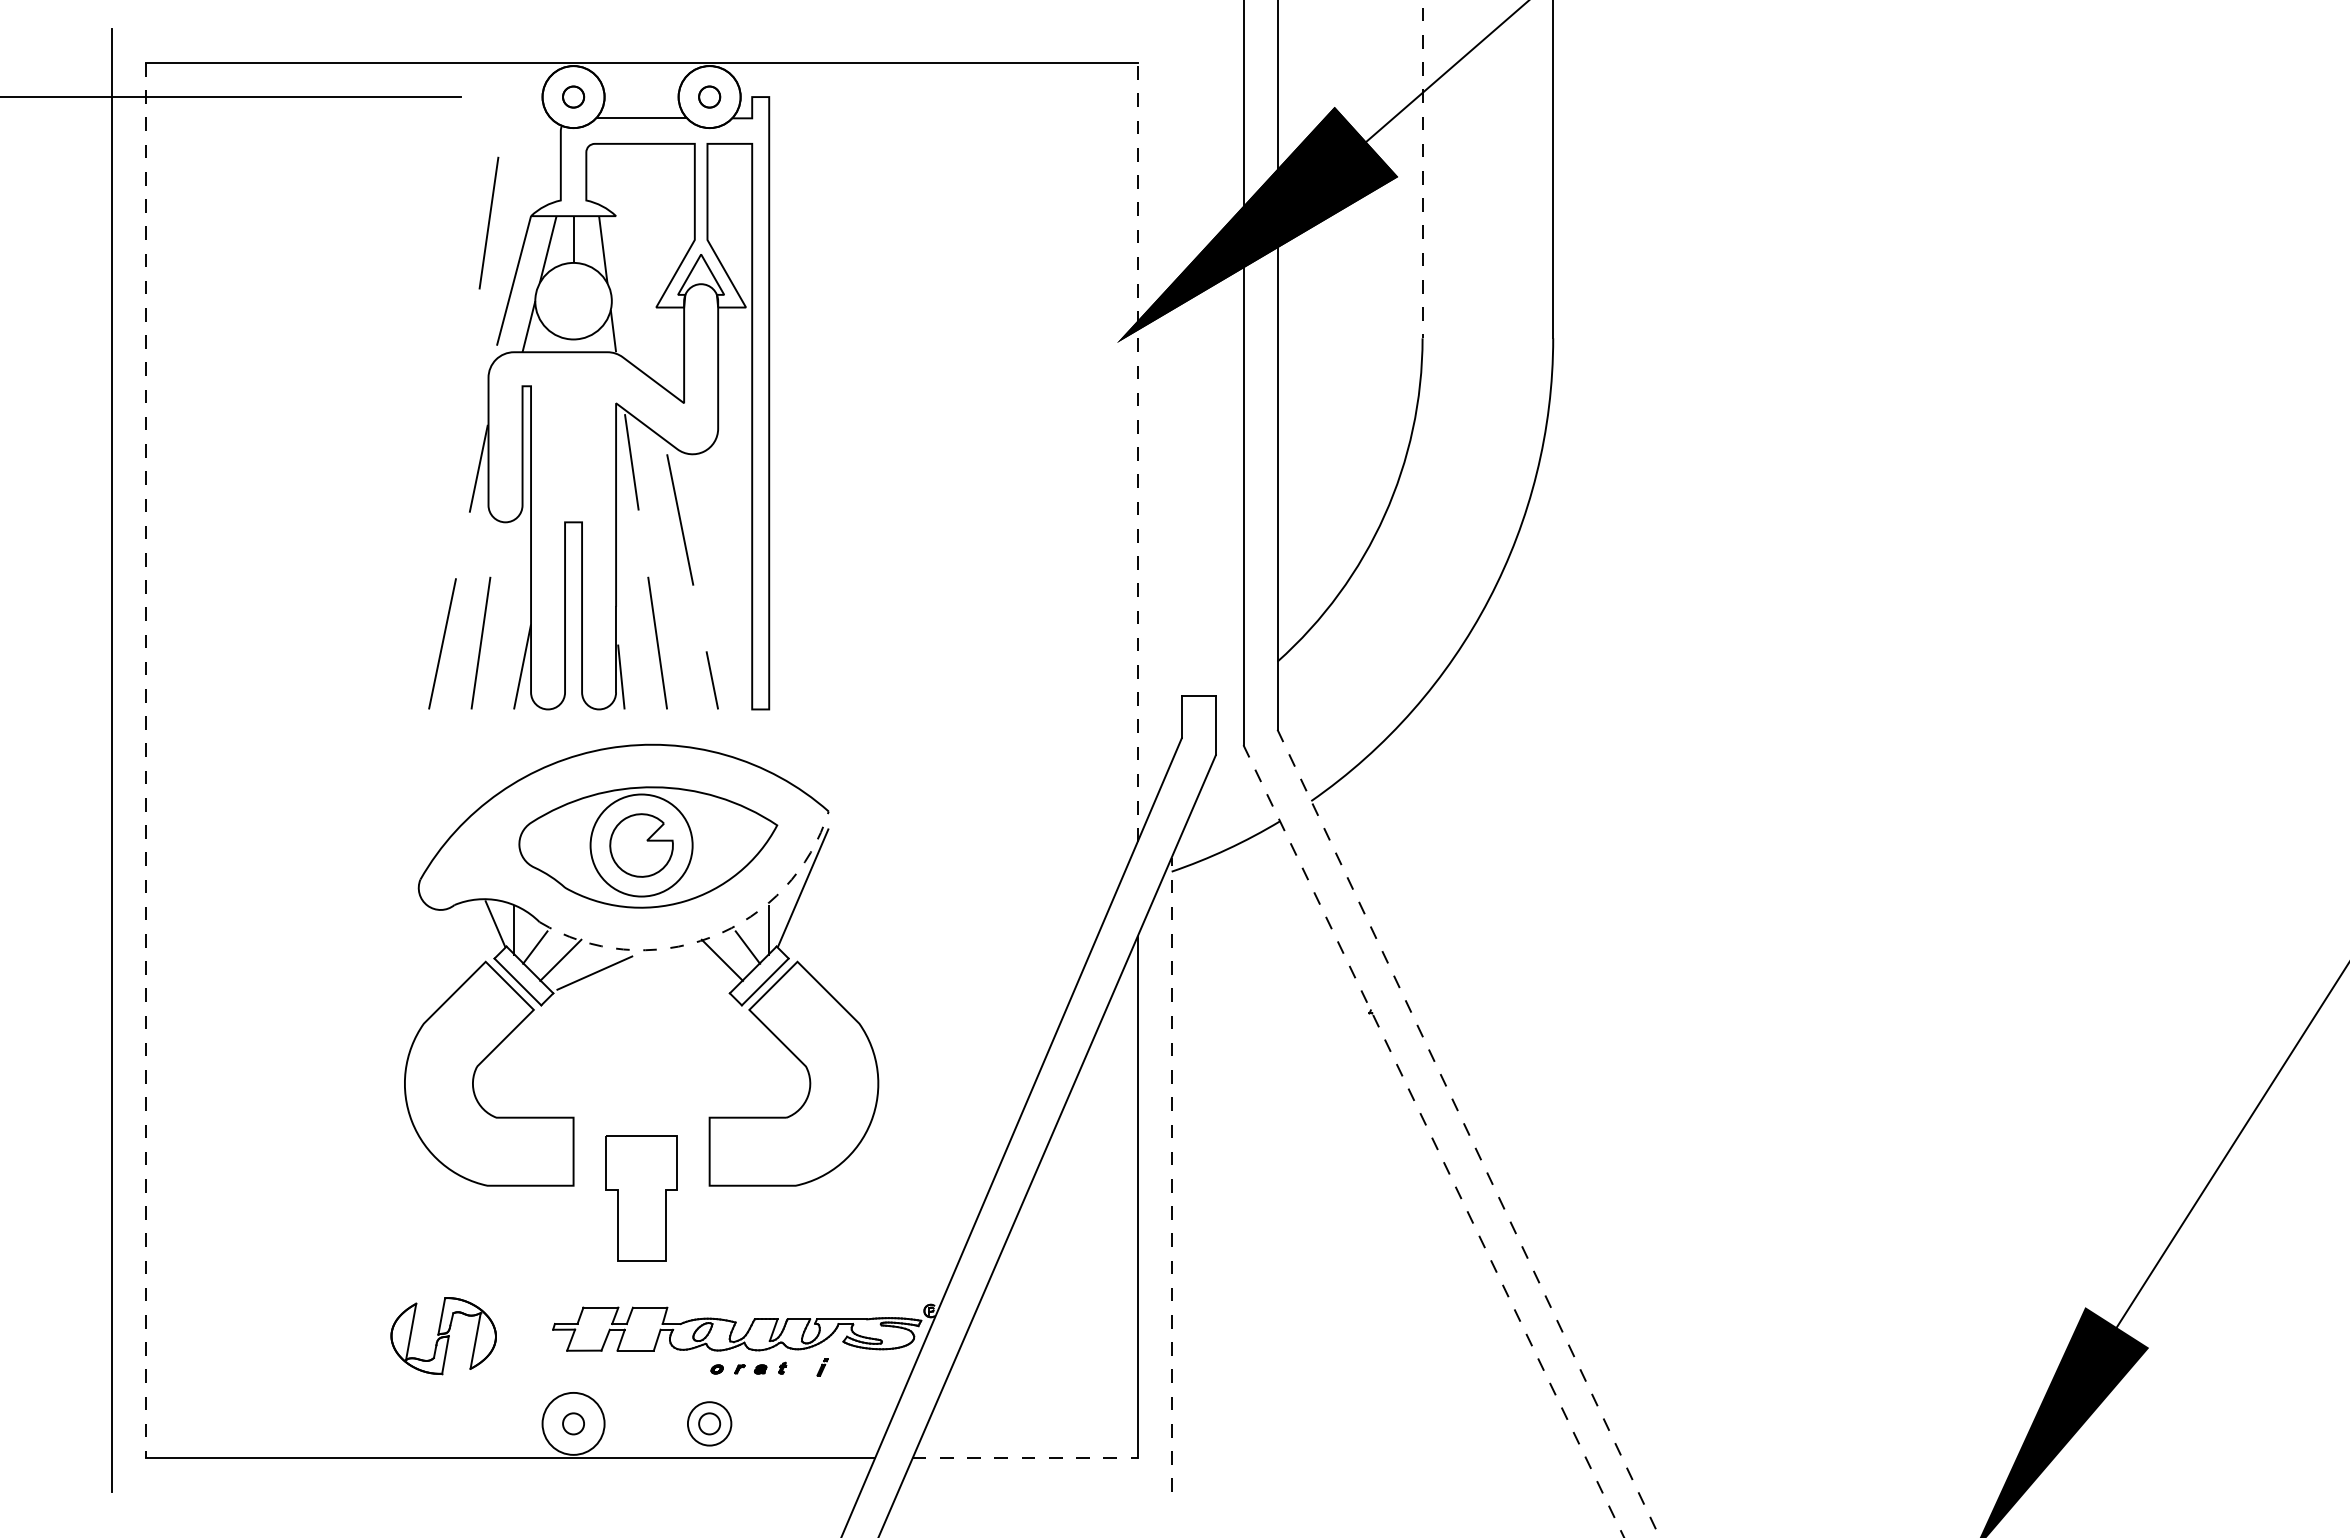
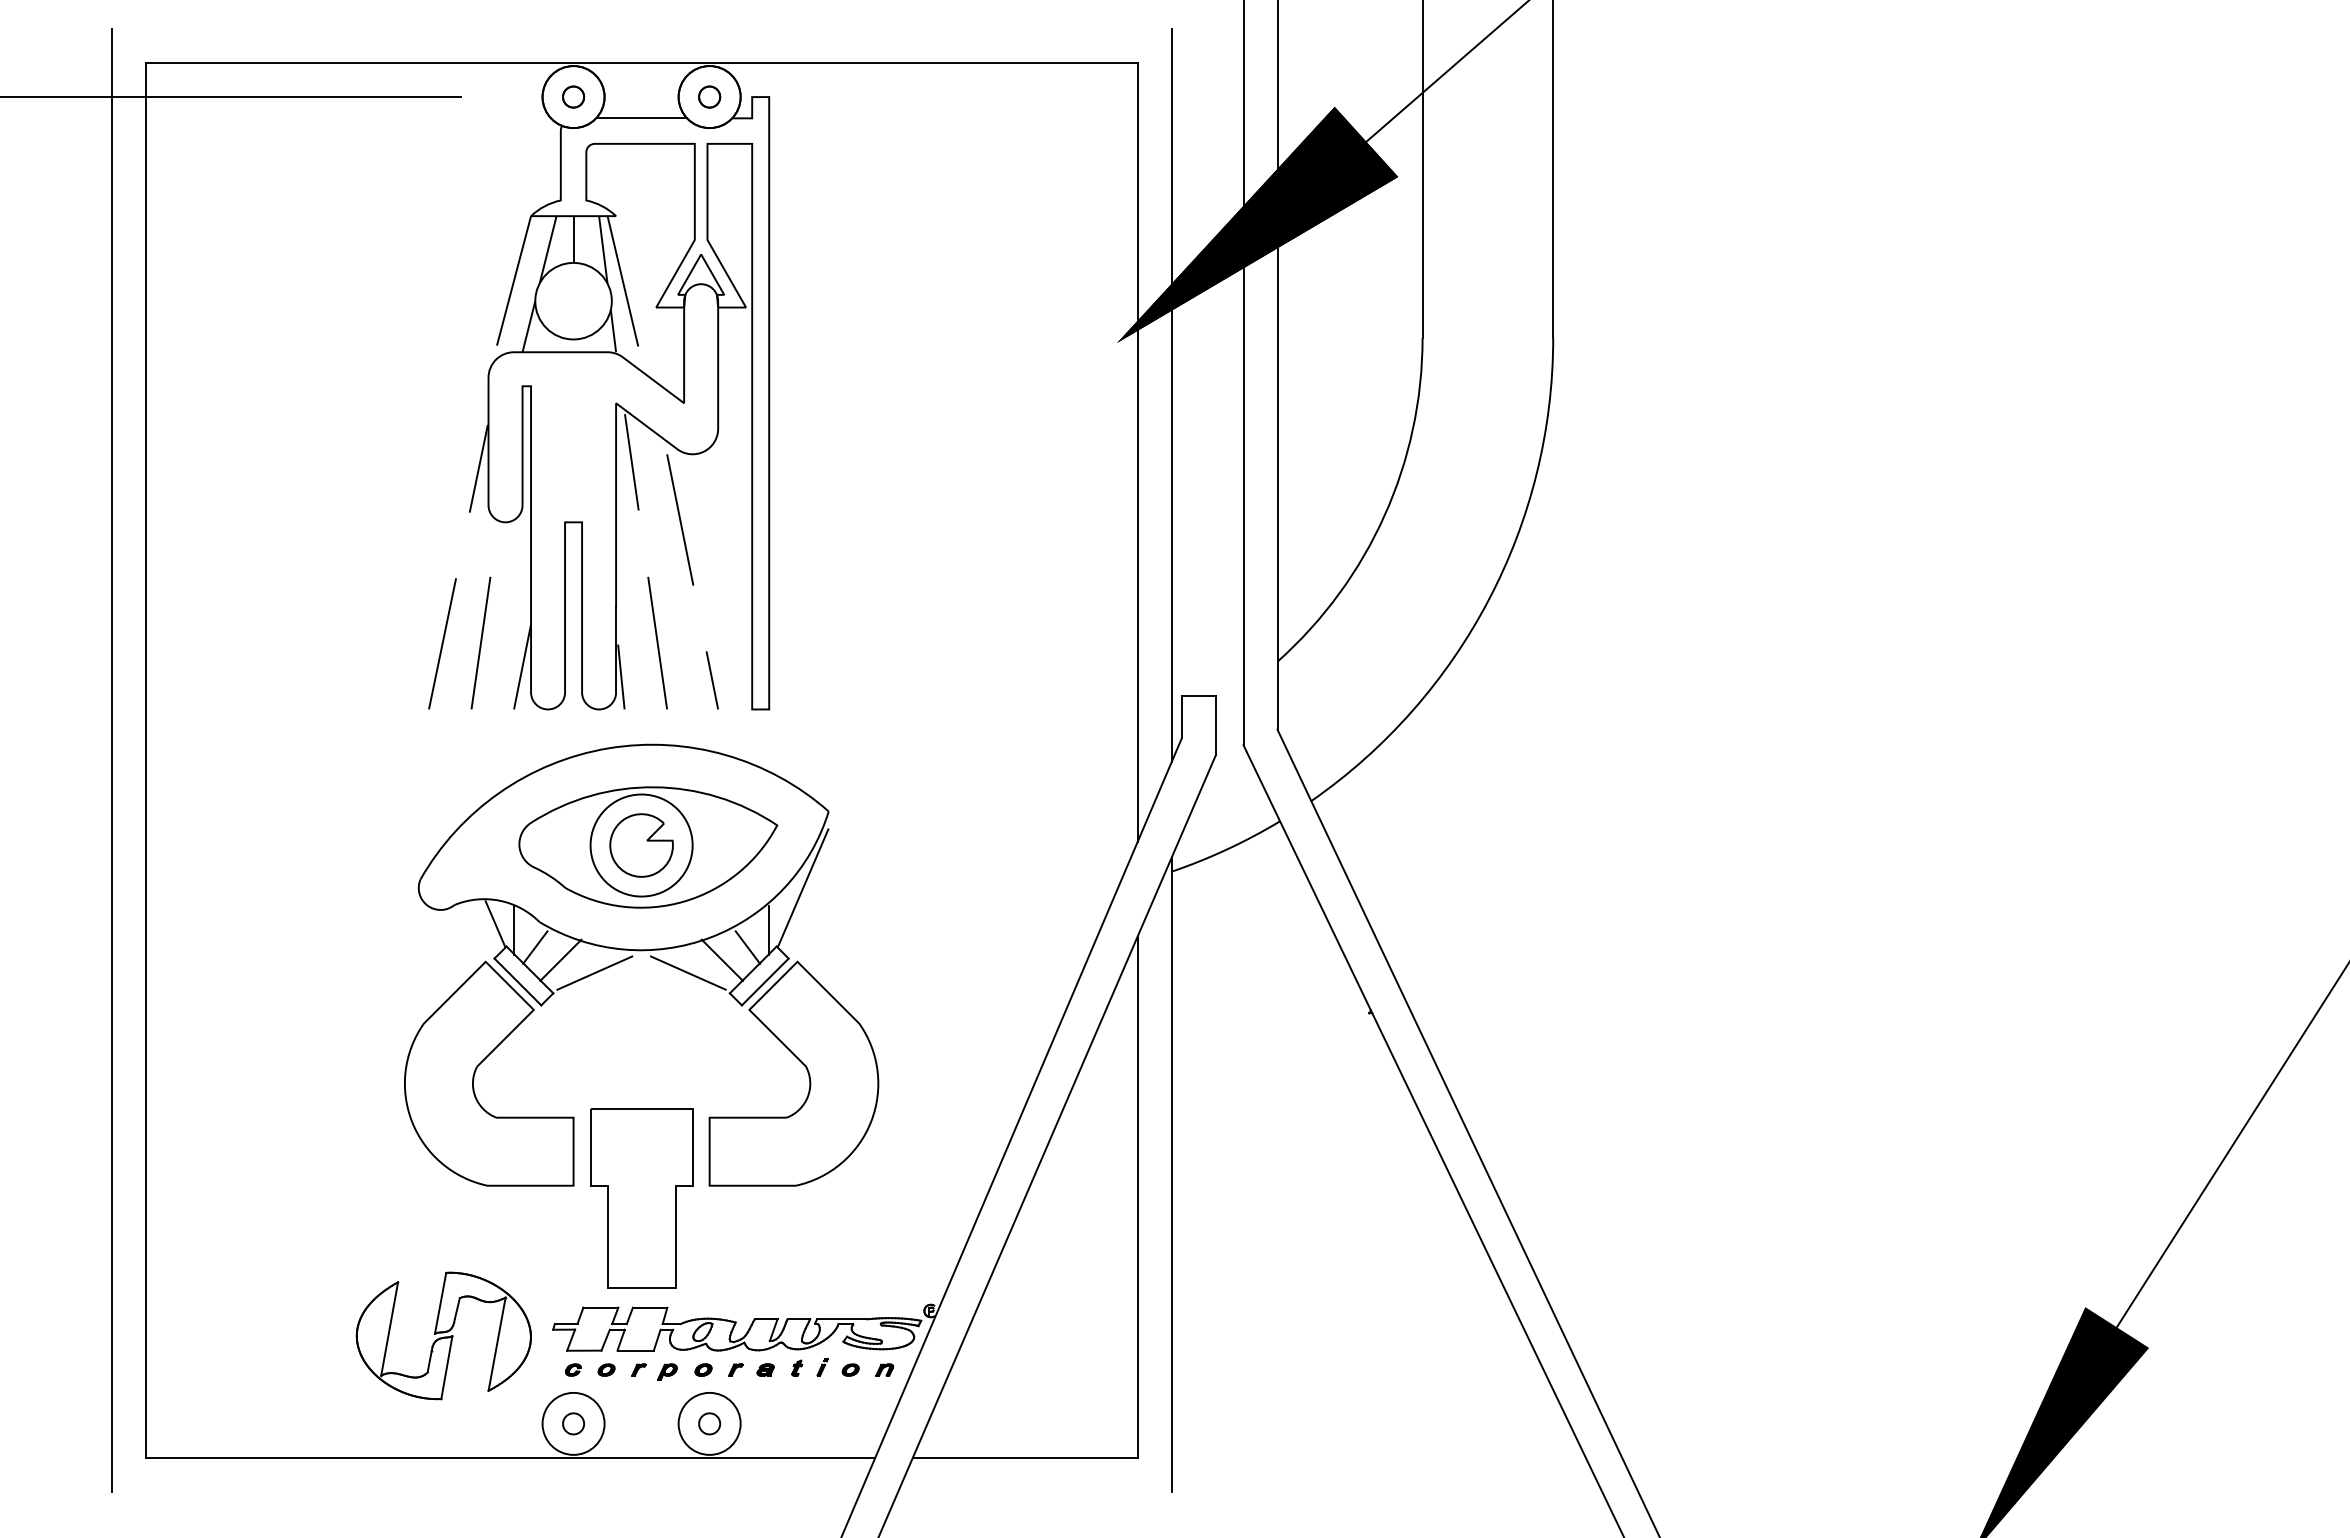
line at (1422, 169): dashed -> solid
line at (488, 222): present -> none
line at (624, 288): none -> present
line at (1171, 395): none -> present
line at (1137, 452): dashed -> solid
line at (145, 760): dashed -> solid
arc at (711, 937): dashed -> solid
line at (688, 973): none -> present
line at (1468, 1133): dashed -> solid
line at (1433, 1141): dashed -> solid
line at (1171, 1174): dashed -> solid
part at (641, 1198) size: 73x127 px -> 104x181 px
part at (443, 1336) size: 107x79 px -> 177x130 px
part at (748, 1367) size: 78x14 px -> 110x18 px
part at (859, 1369): none -> present
part at (615, 1370): none -> present
circle at (709, 1423) diameter: 43 px -> 62 px
line at (1025, 1457): dashed -> solid
